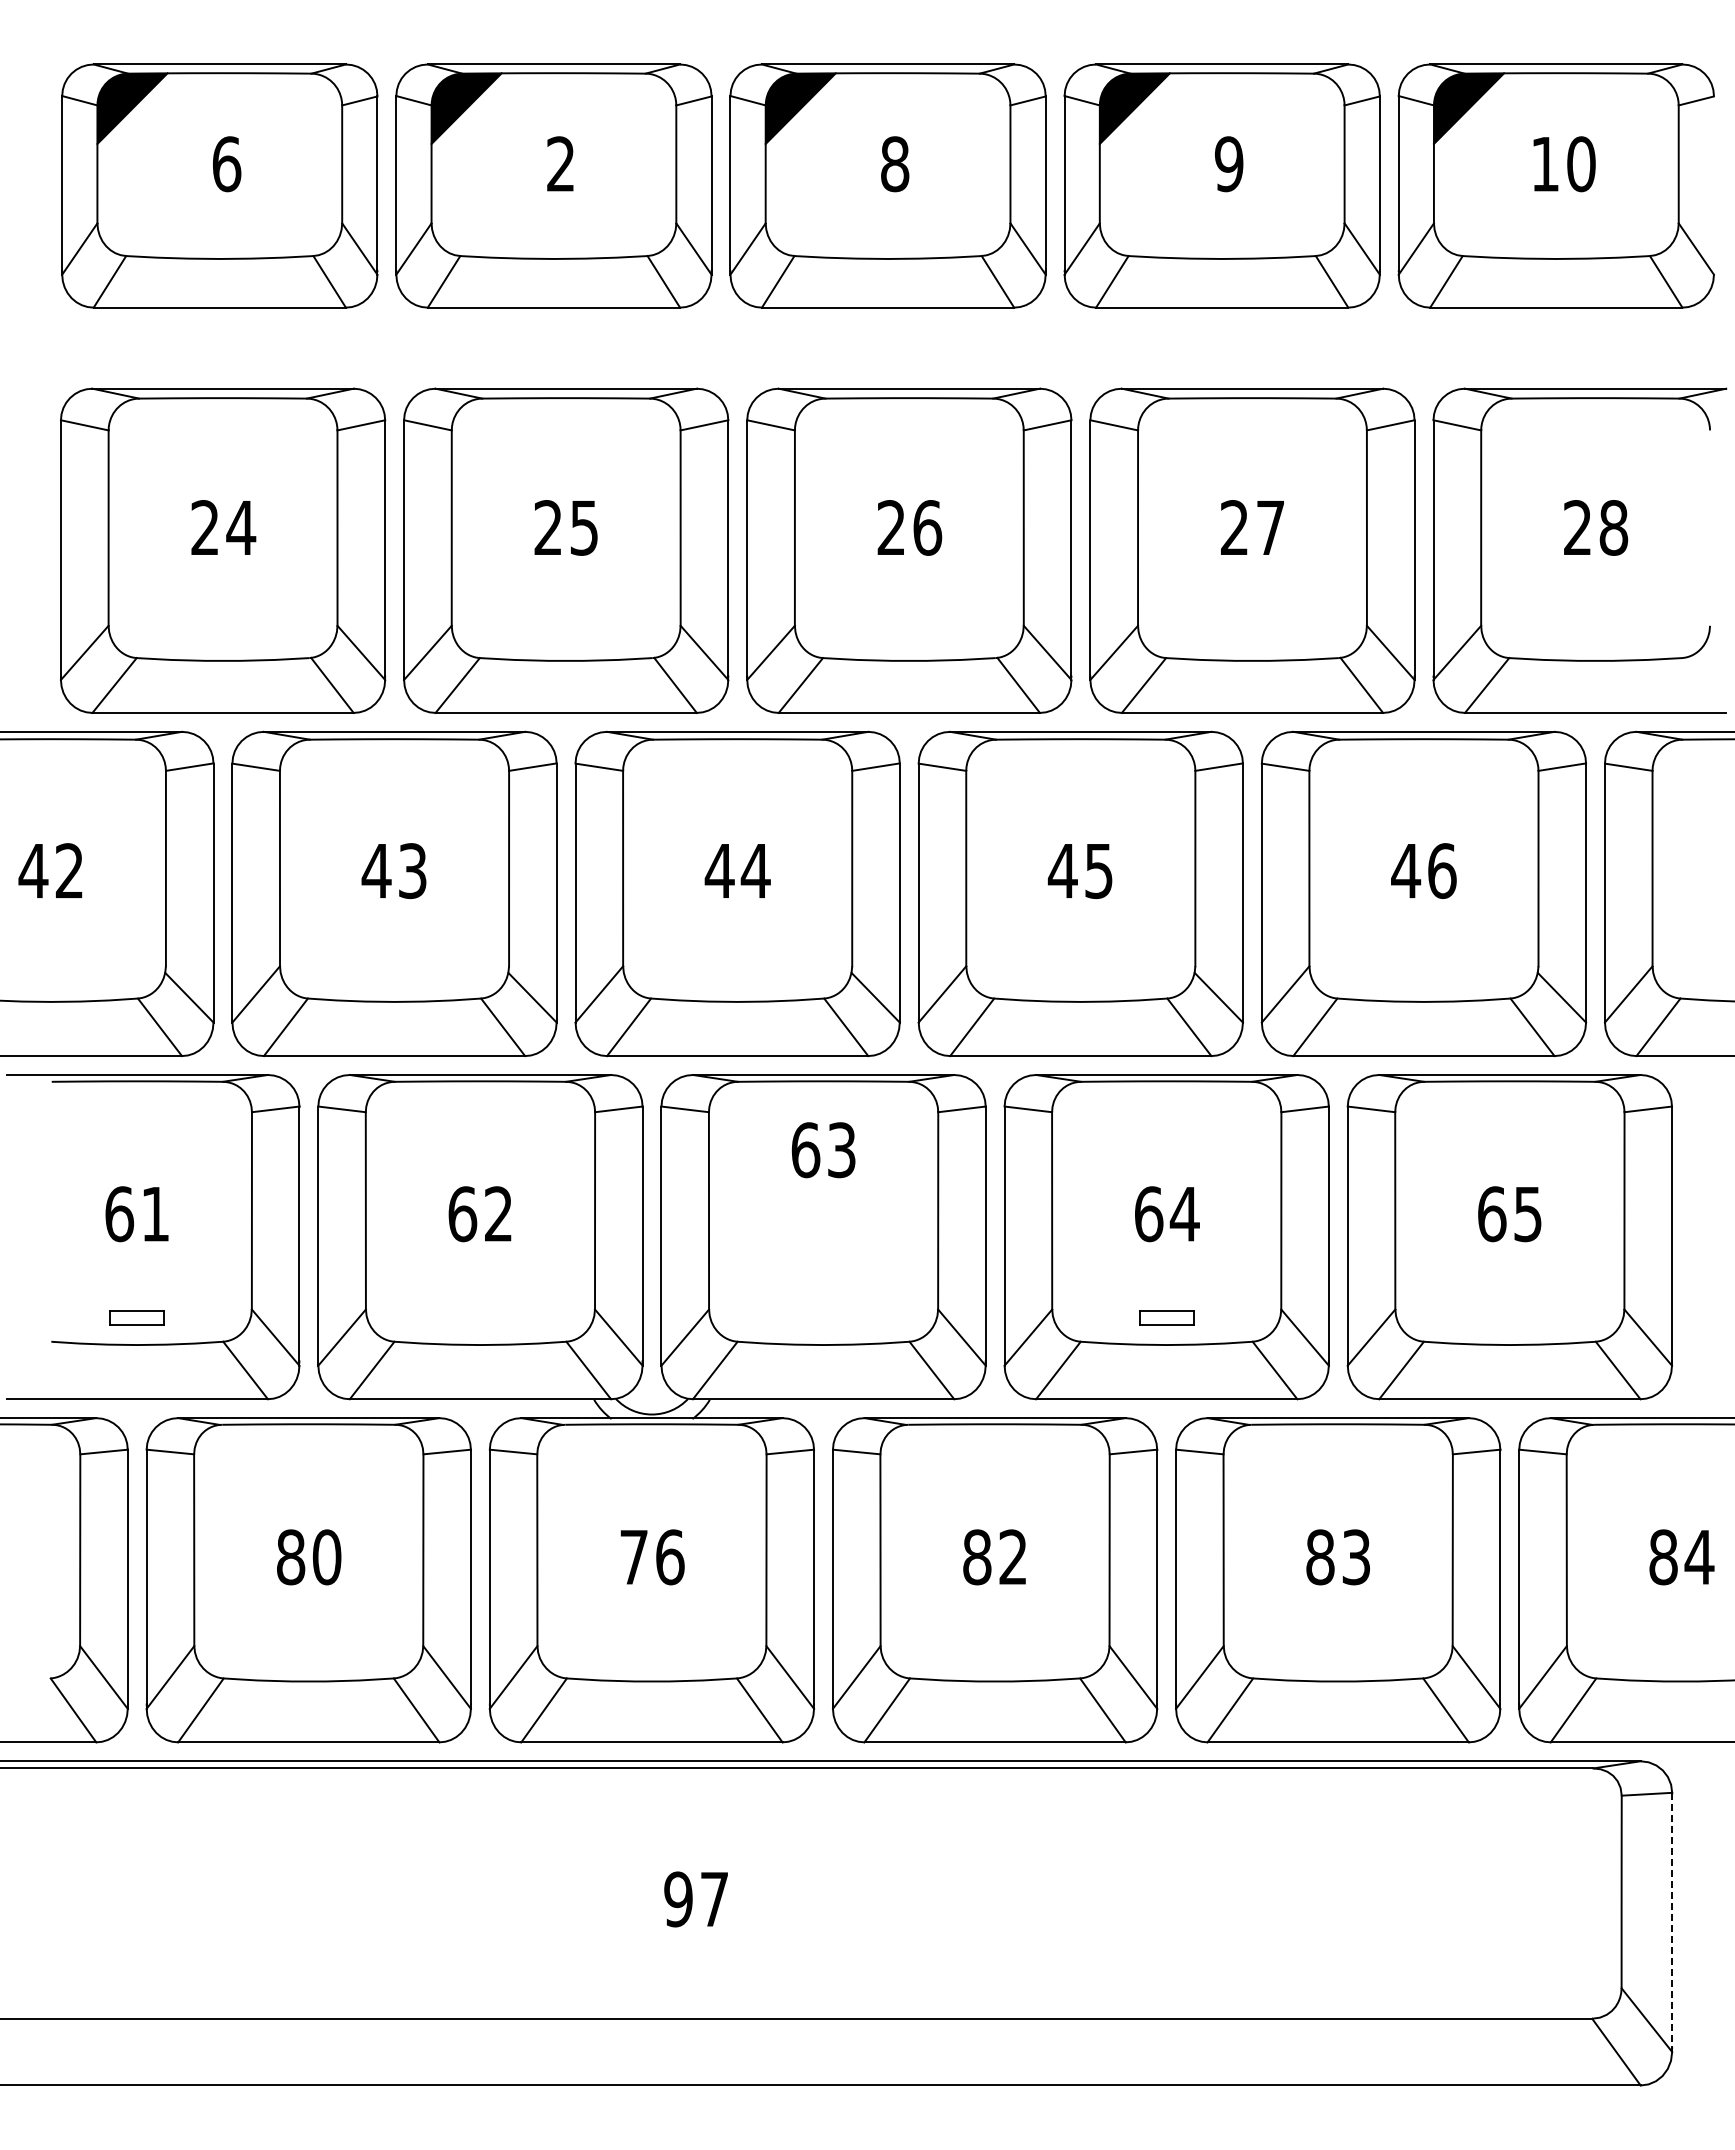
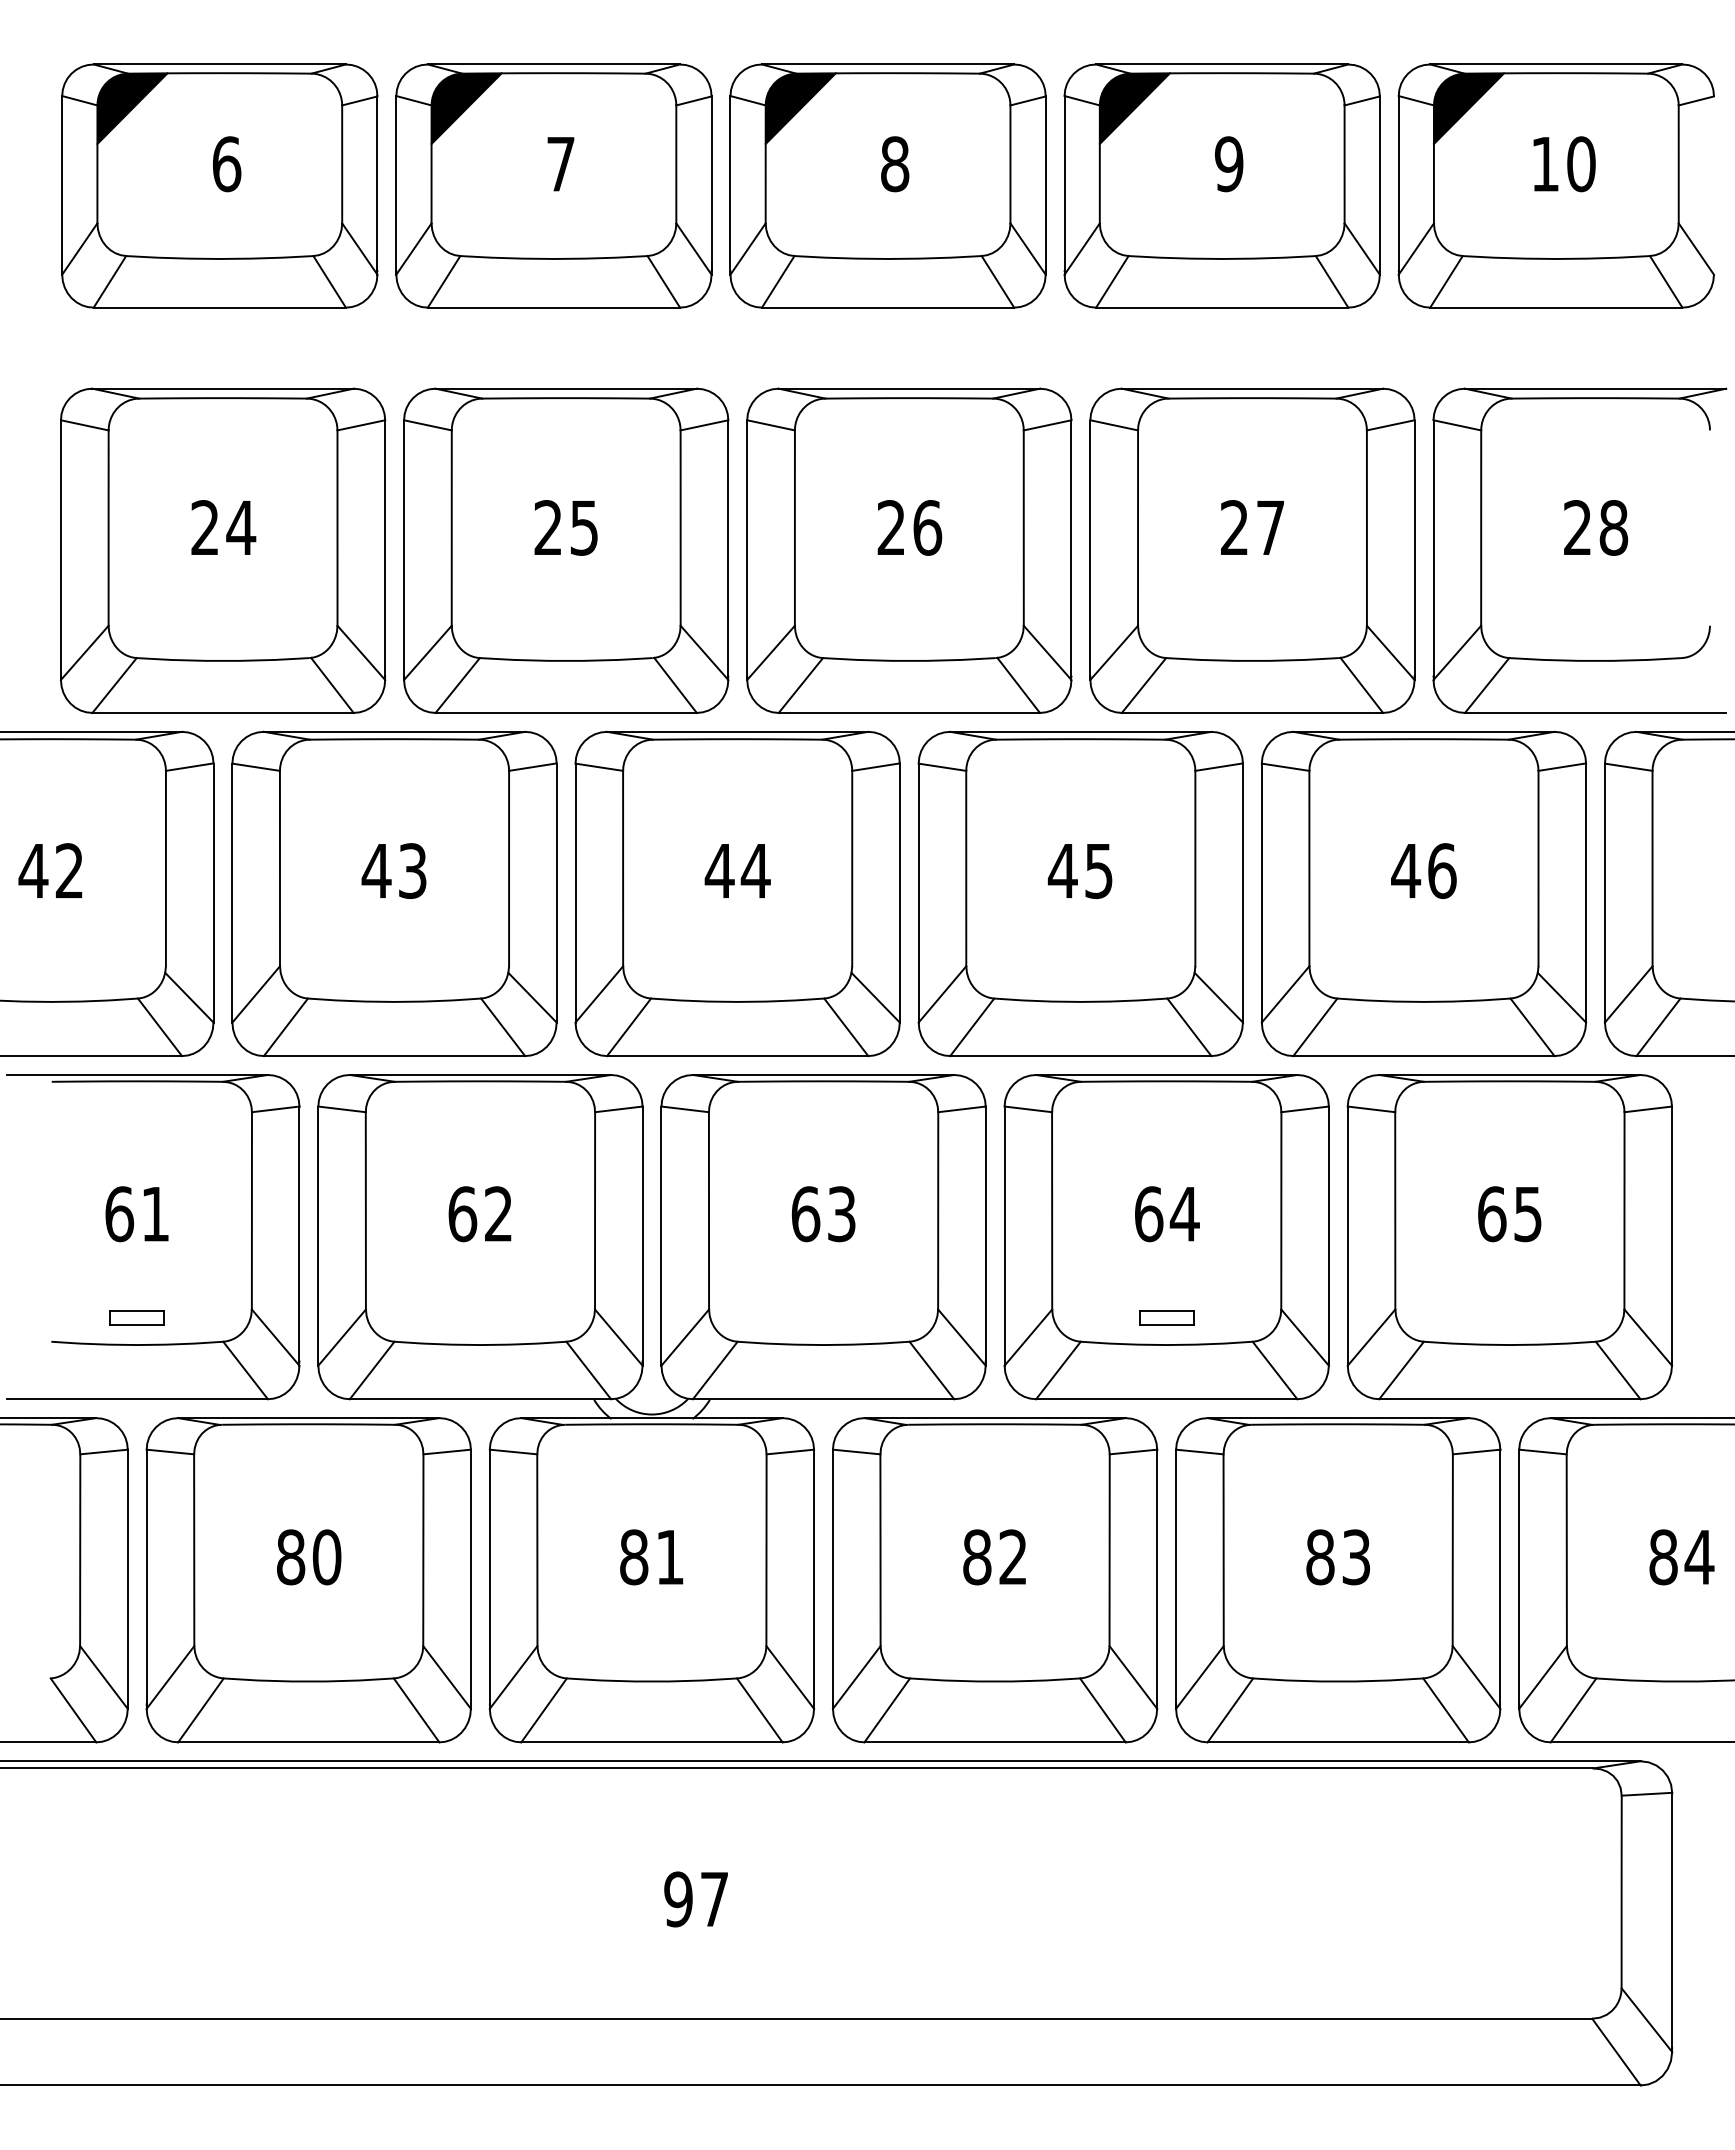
text at (560, 163): 2 -> 7
text at (823, 1150) position: (823, 1150) -> (823, 1214)
text at (652, 1557): 76 -> 81
line at (1672, 1923): dashed -> solid
